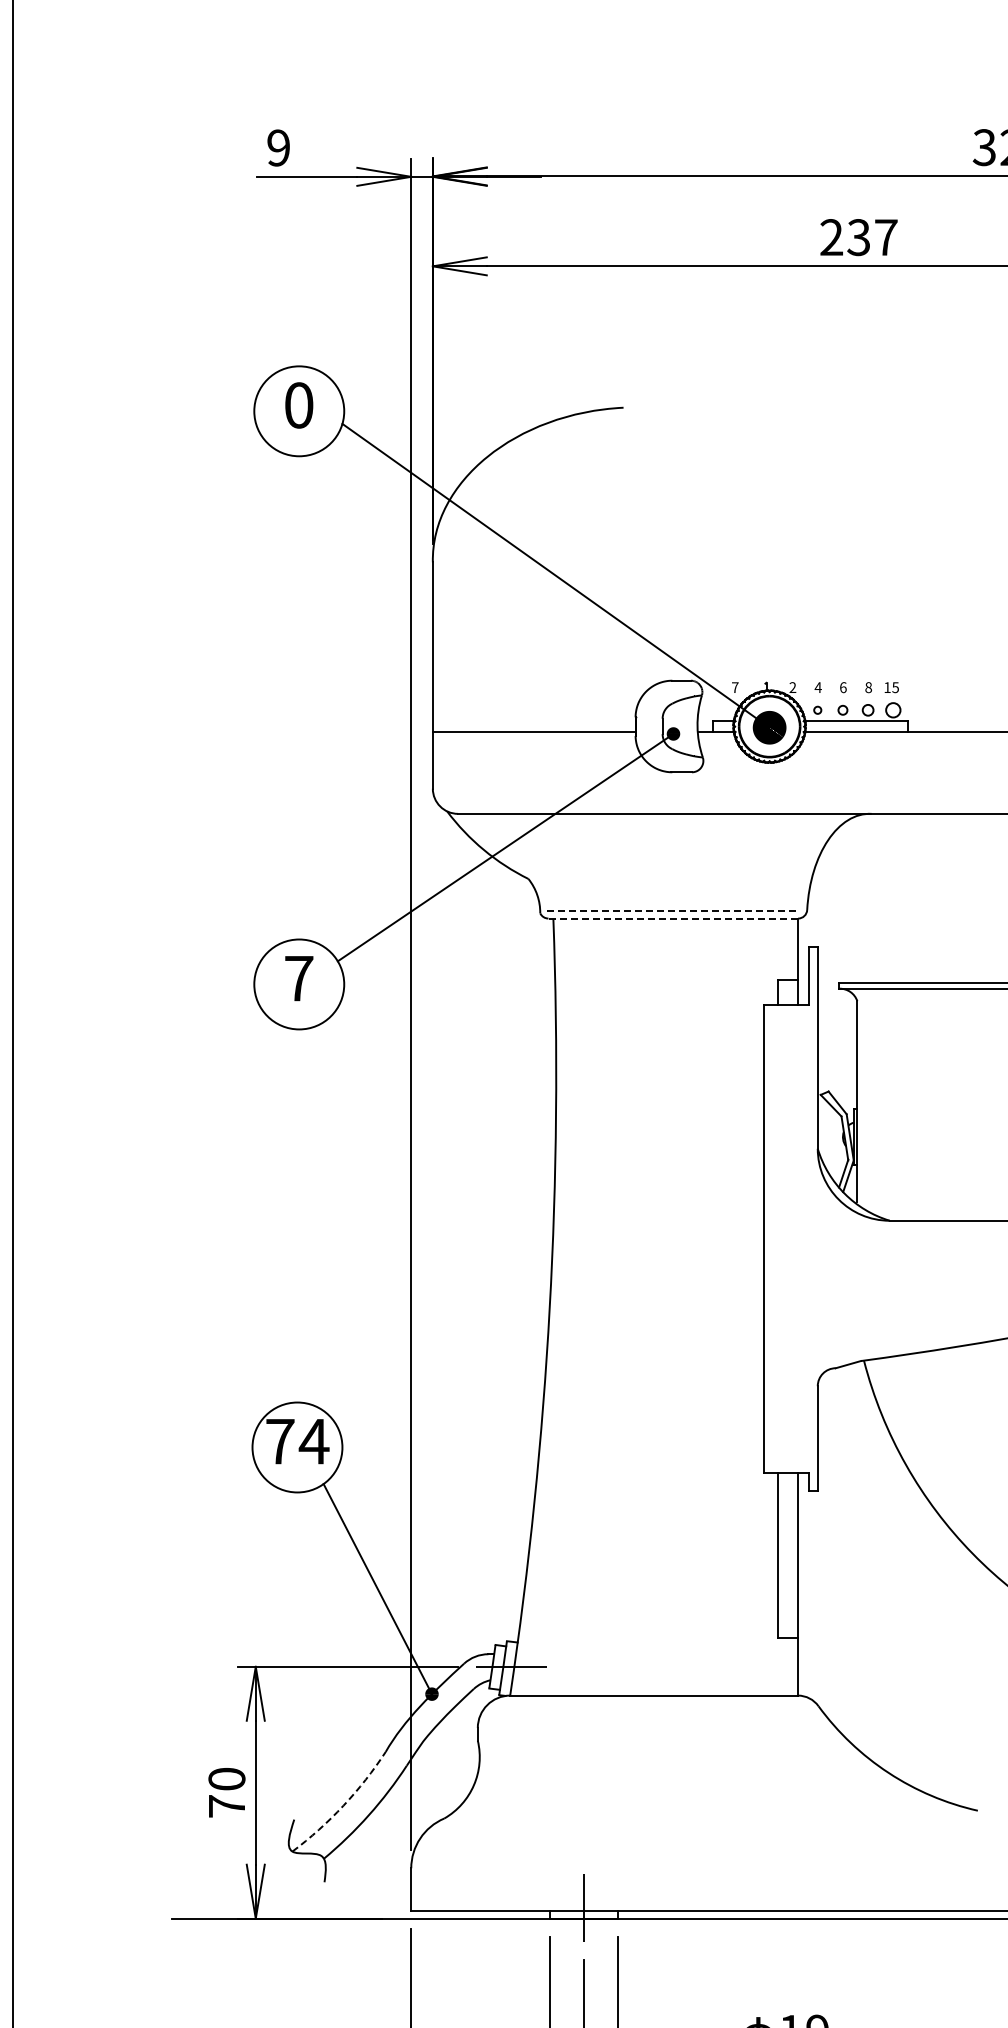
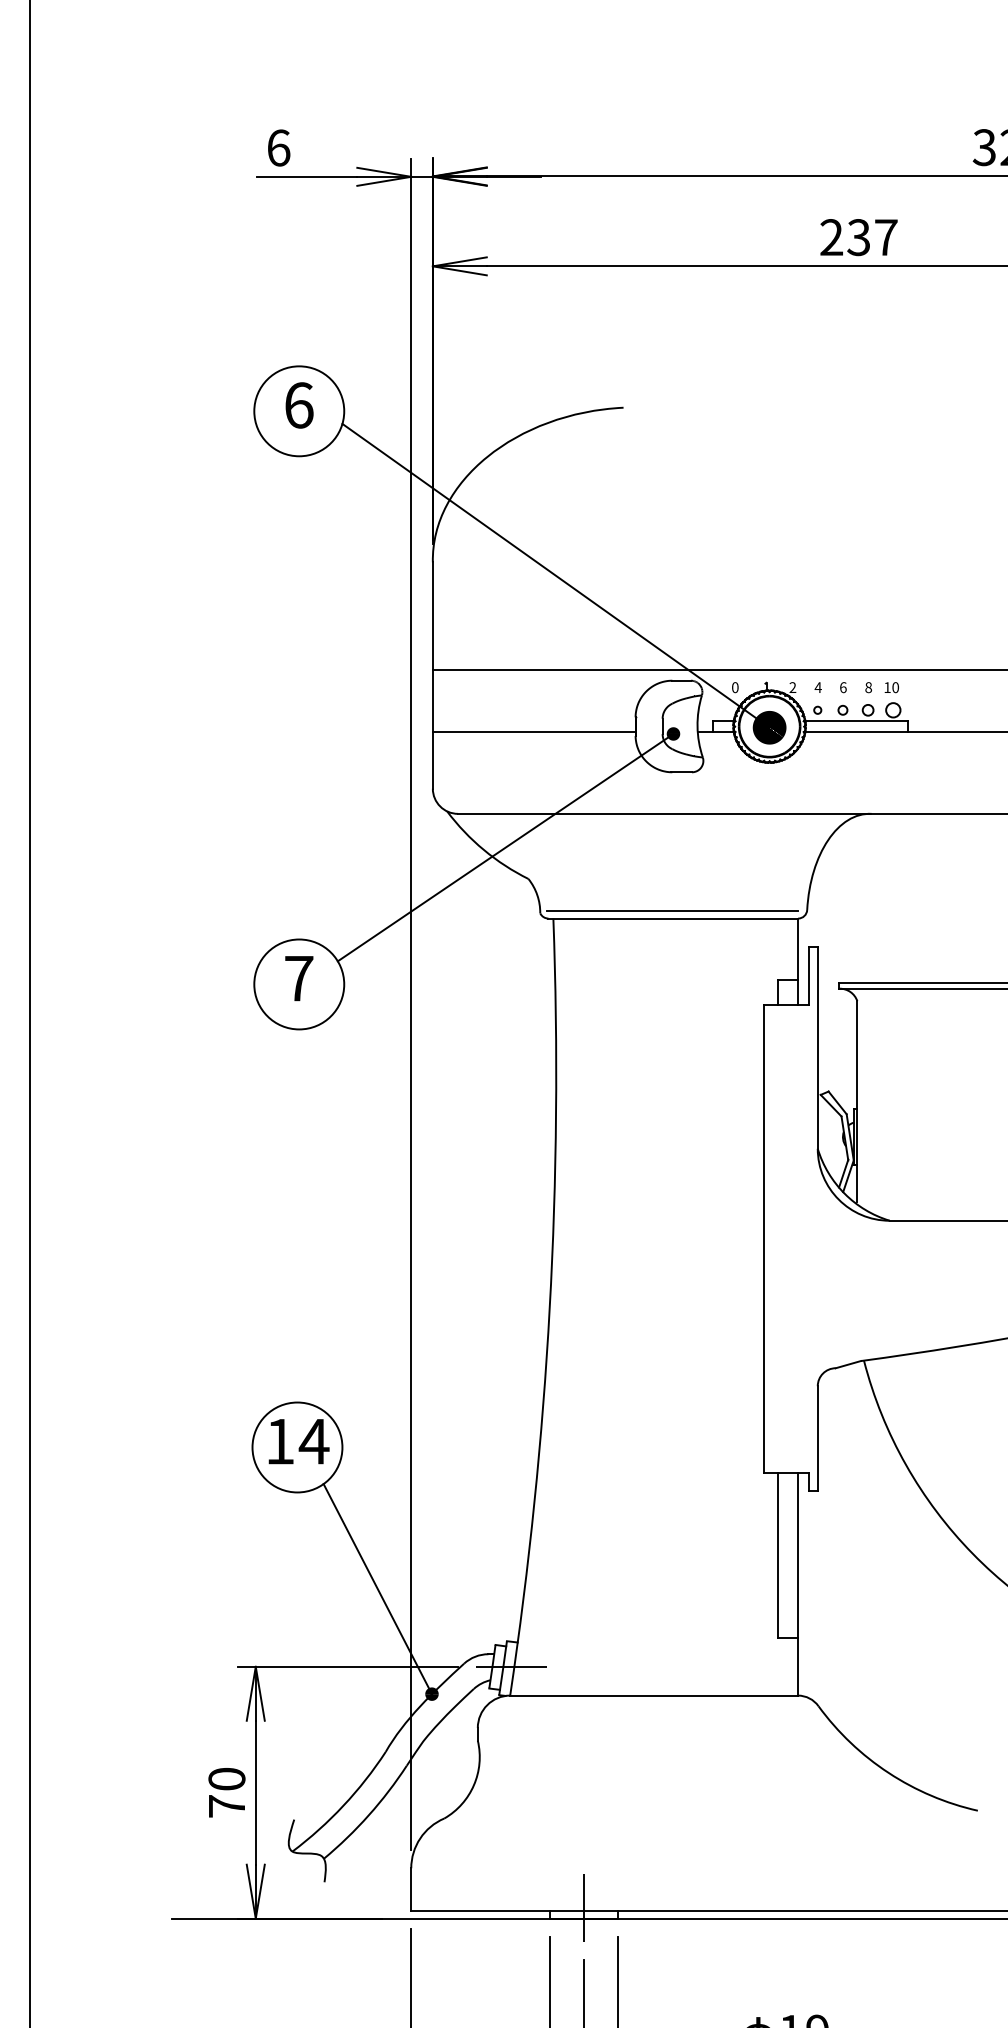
text at (278, 147): 9 -> 6
text at (299, 405): 0 -> 6
line at (718, 670): none -> present
text at (735, 687): 7 -> 0
text at (895, 687): 15 -> 10
line at (672, 911): dashed -> solid
line at (673, 918): dashed -> solid
line at (13, 1013) position: (13, 1013) -> (30, 1013)
text at (280, 1441): 74 -> 14
arc at (343, 1805): dashed -> solid
